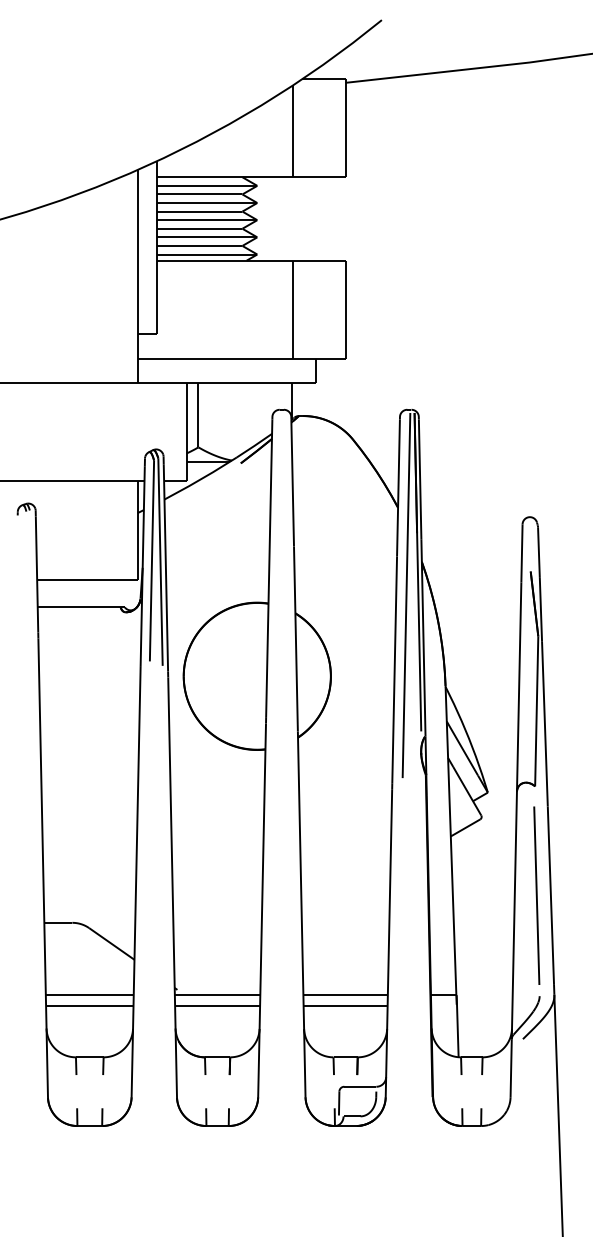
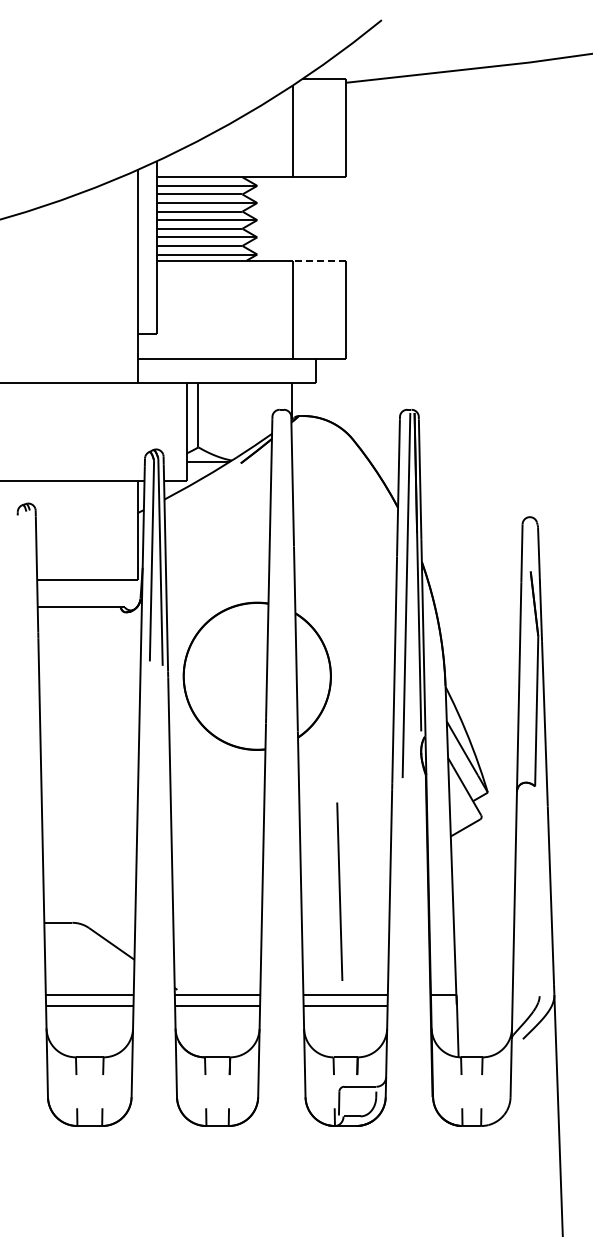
line at (318, 260): solid -> dashed
line at (536, 895) position: (536, 895) -> (339, 891)
